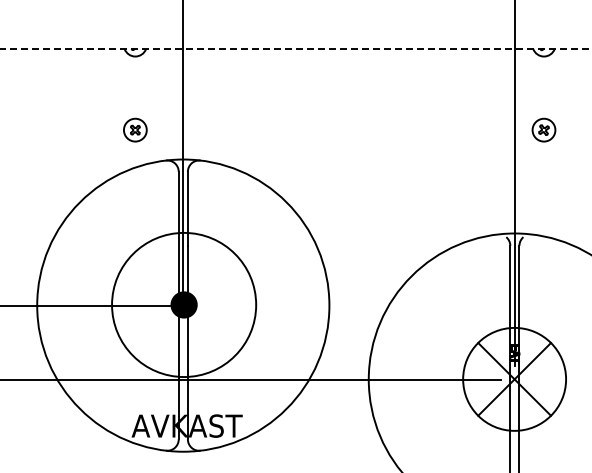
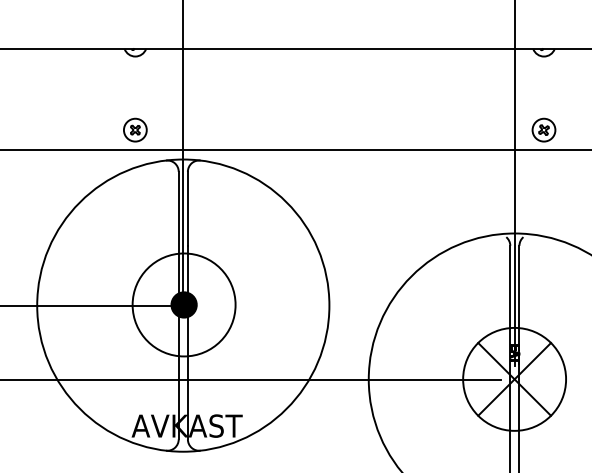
line at (295, 49): dashed -> solid
line at (295, 149): none -> present
circle at (184, 304) diameter: 144 px -> 103 px
